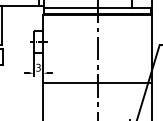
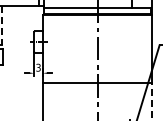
line at (2, 26): solid -> dashed
line at (151, 101): solid -> dashed
